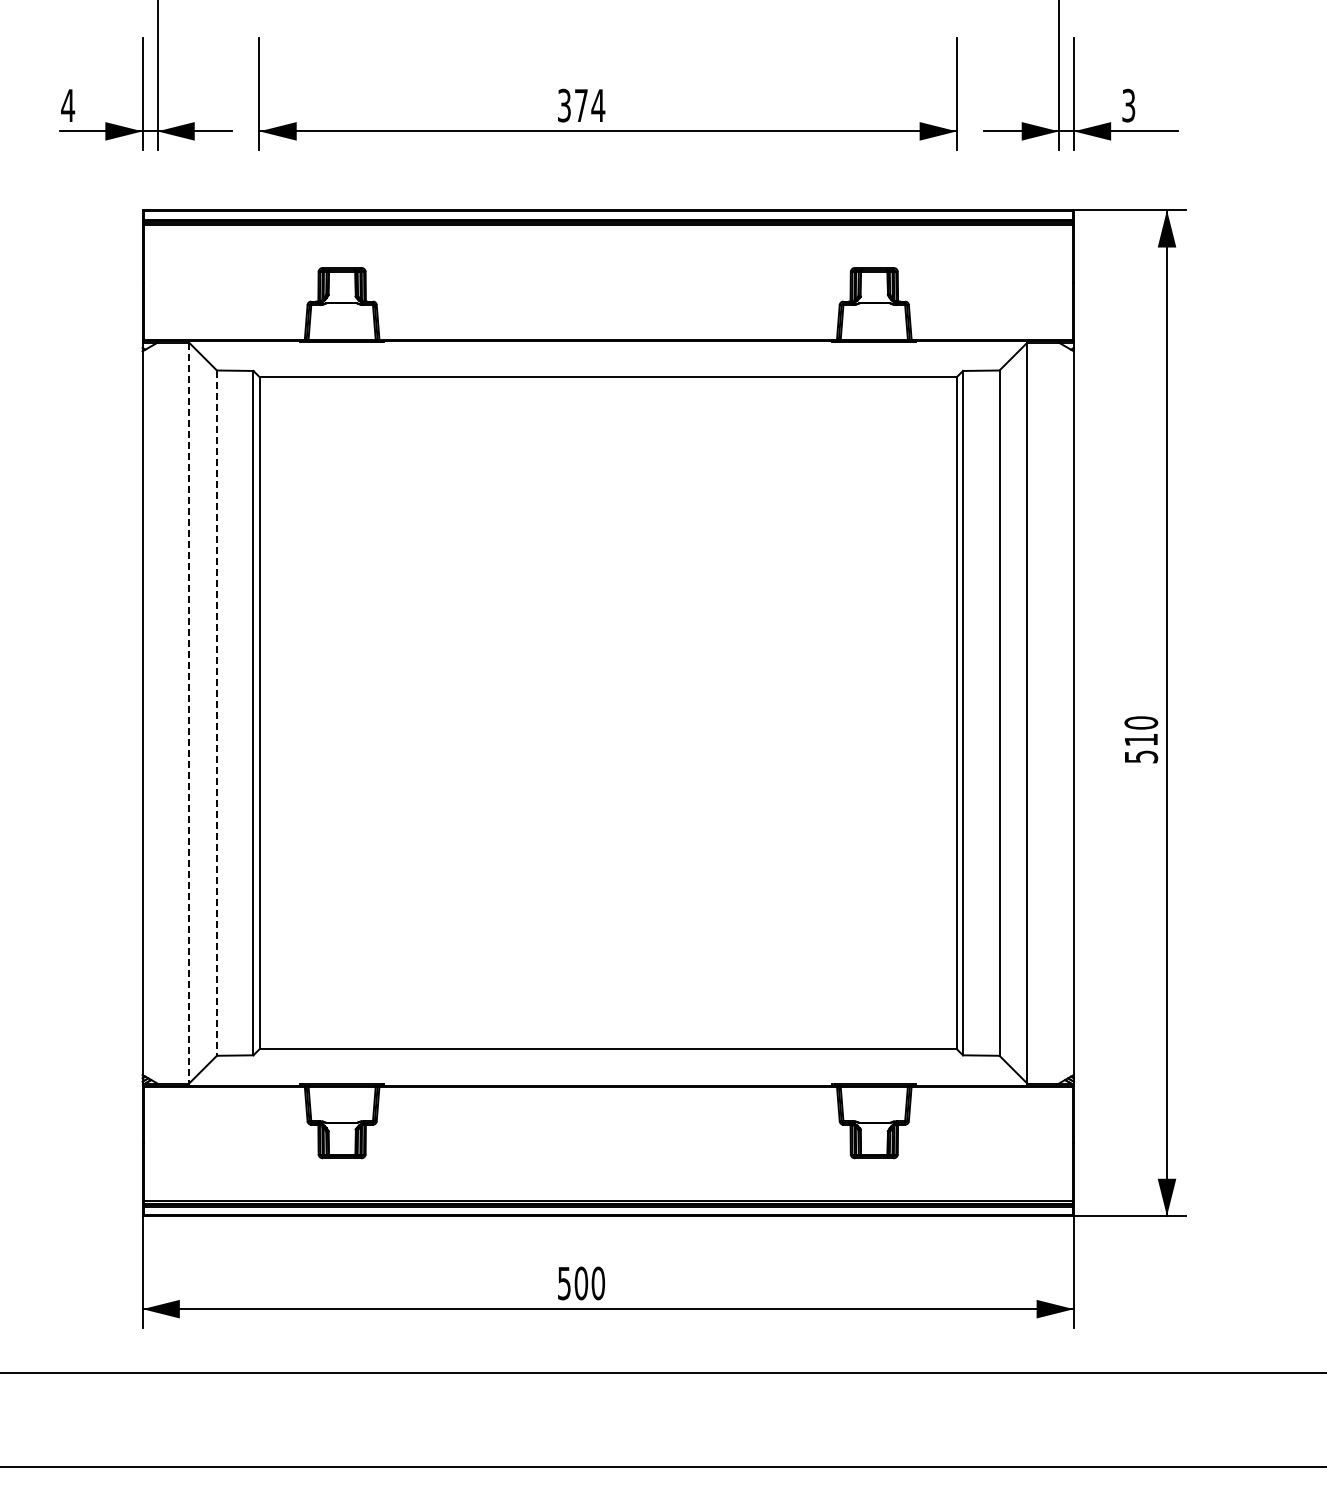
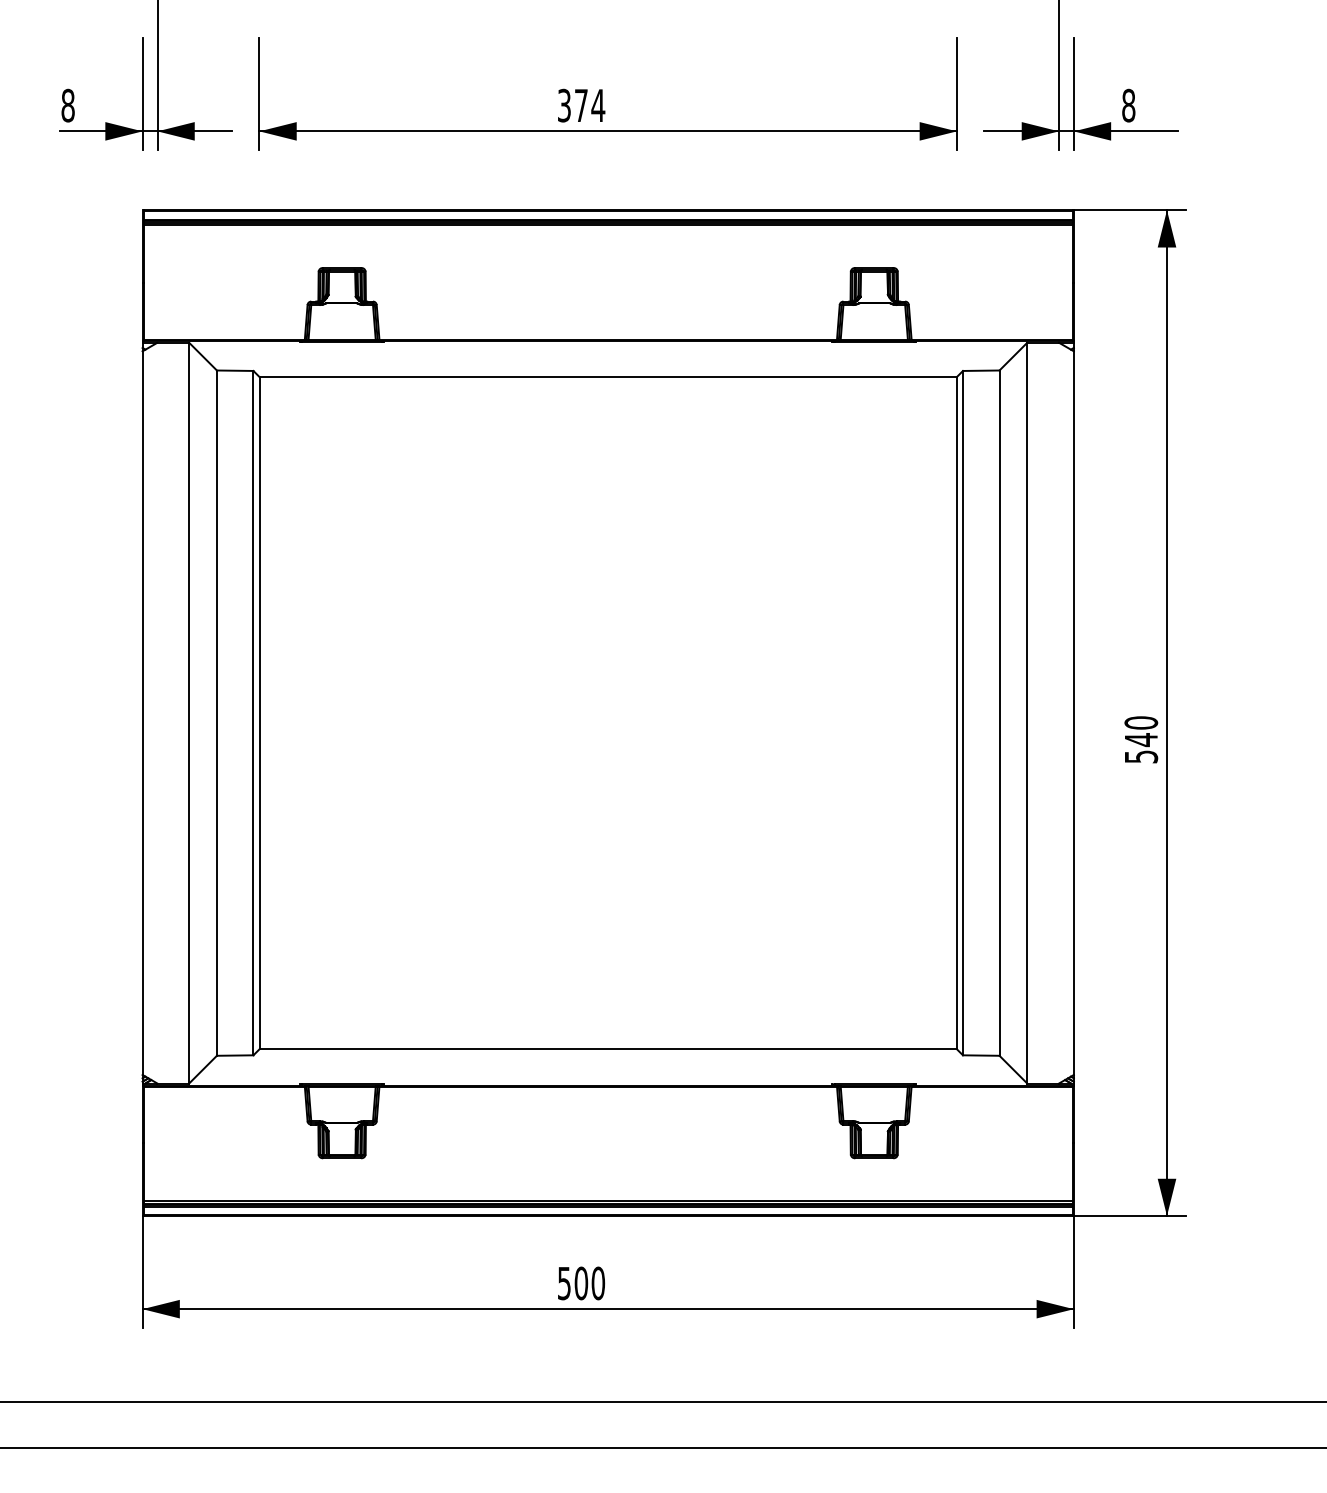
text at (68, 105): 4 -> 8
text at (1128, 105): 3 -> 8
line at (189, 713): dashed -> solid
line at (216, 713): dashed -> solid
text at (1141, 740): 510 -> 540
line at (662, 1372) position: (662, 1372) -> (662, 1401)
line at (662, 1467) position: (662, 1467) -> (662, 1448)
